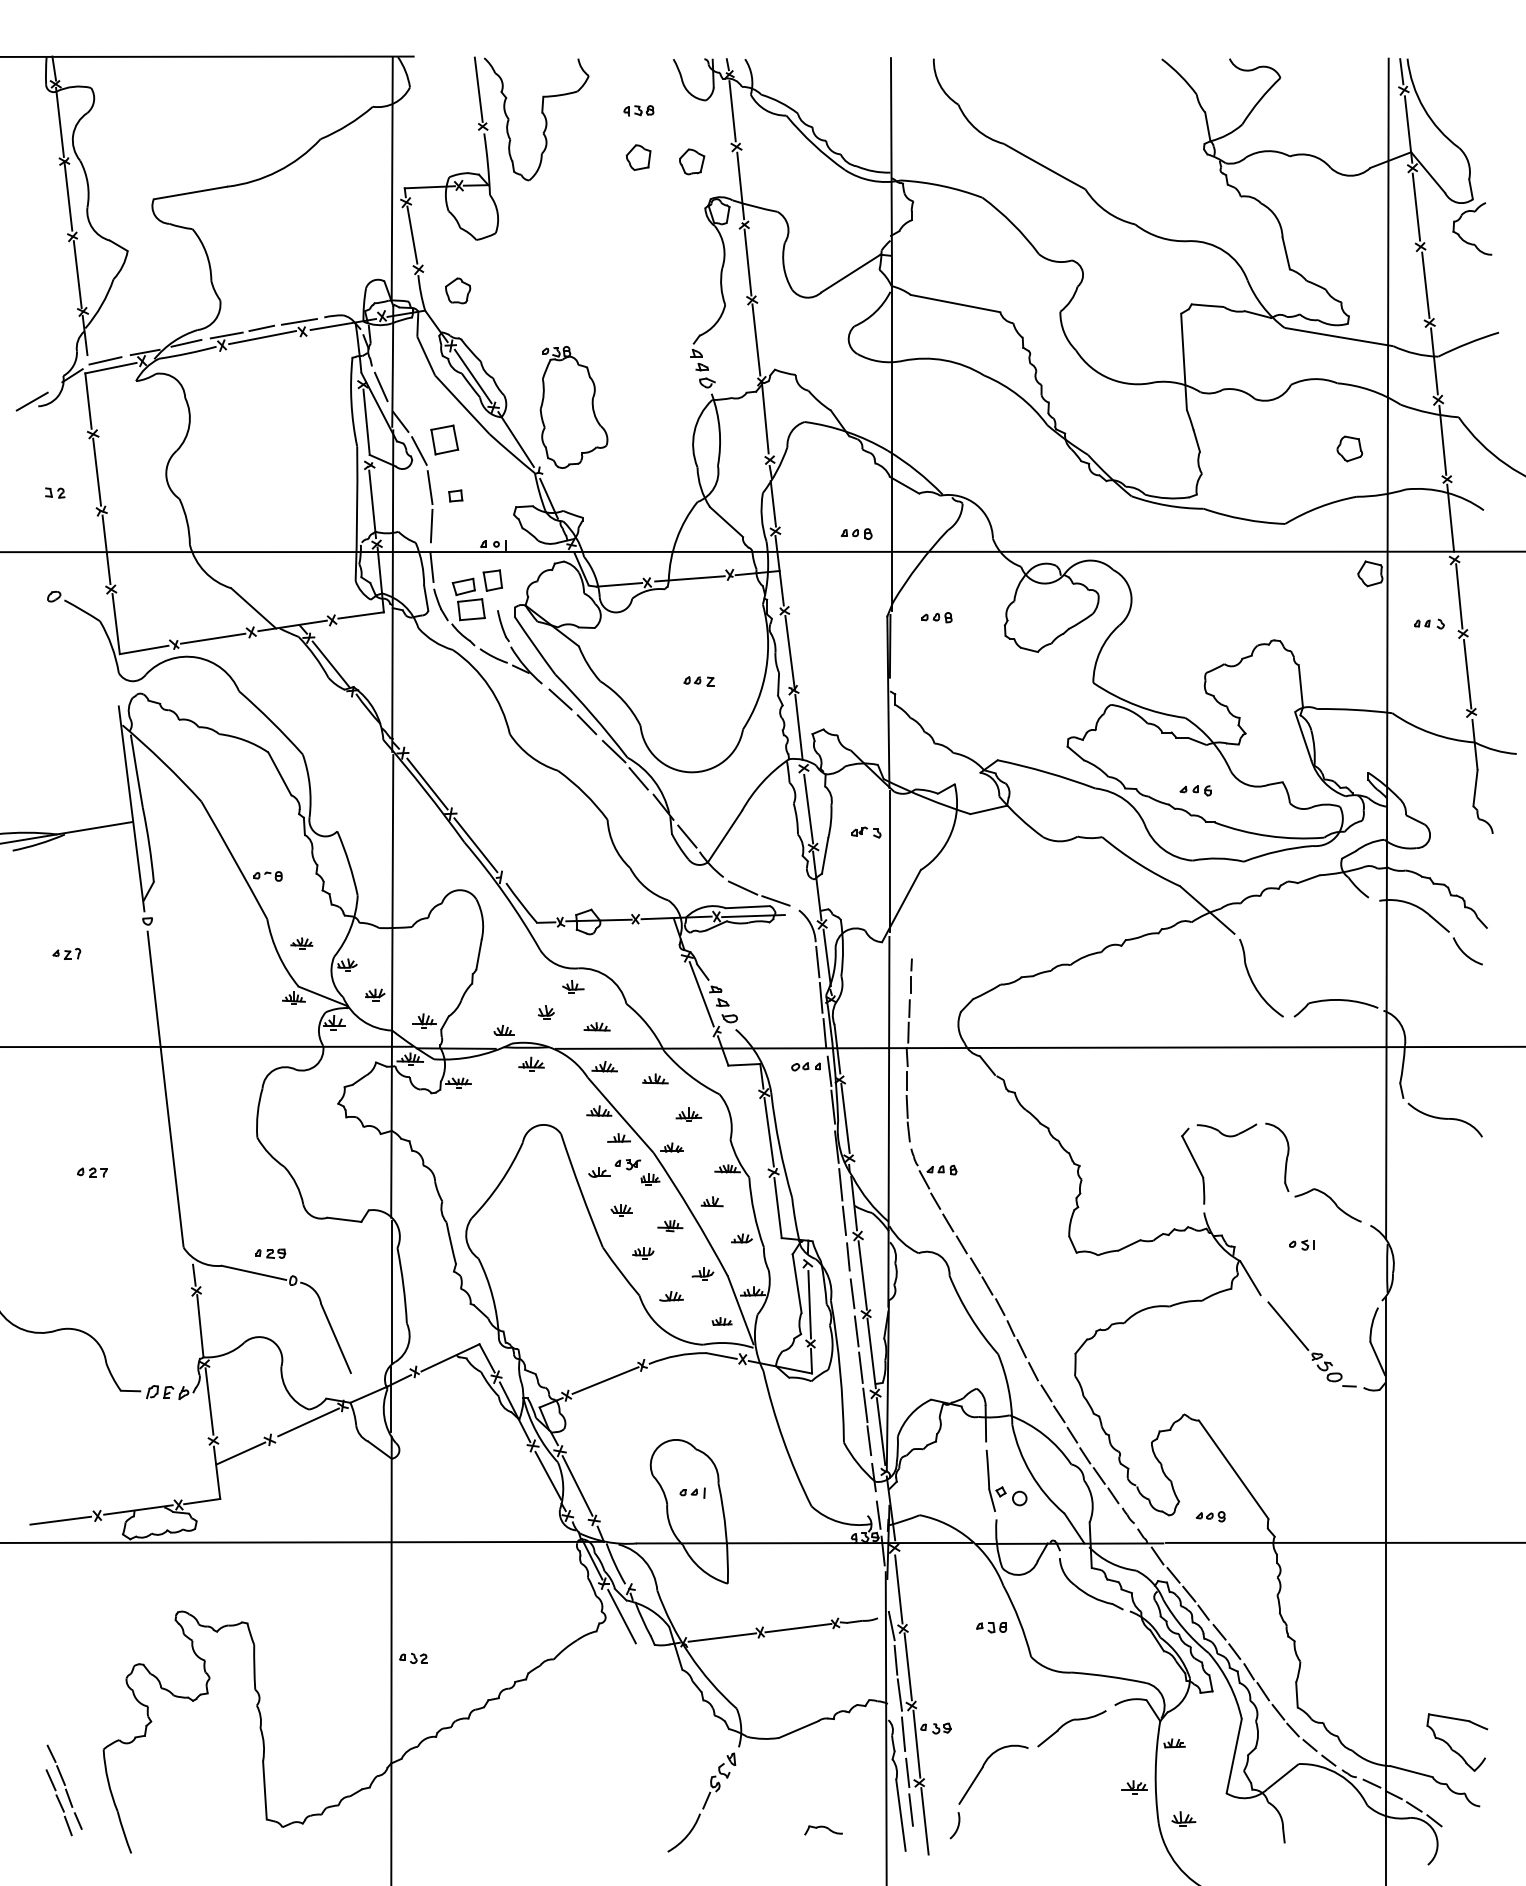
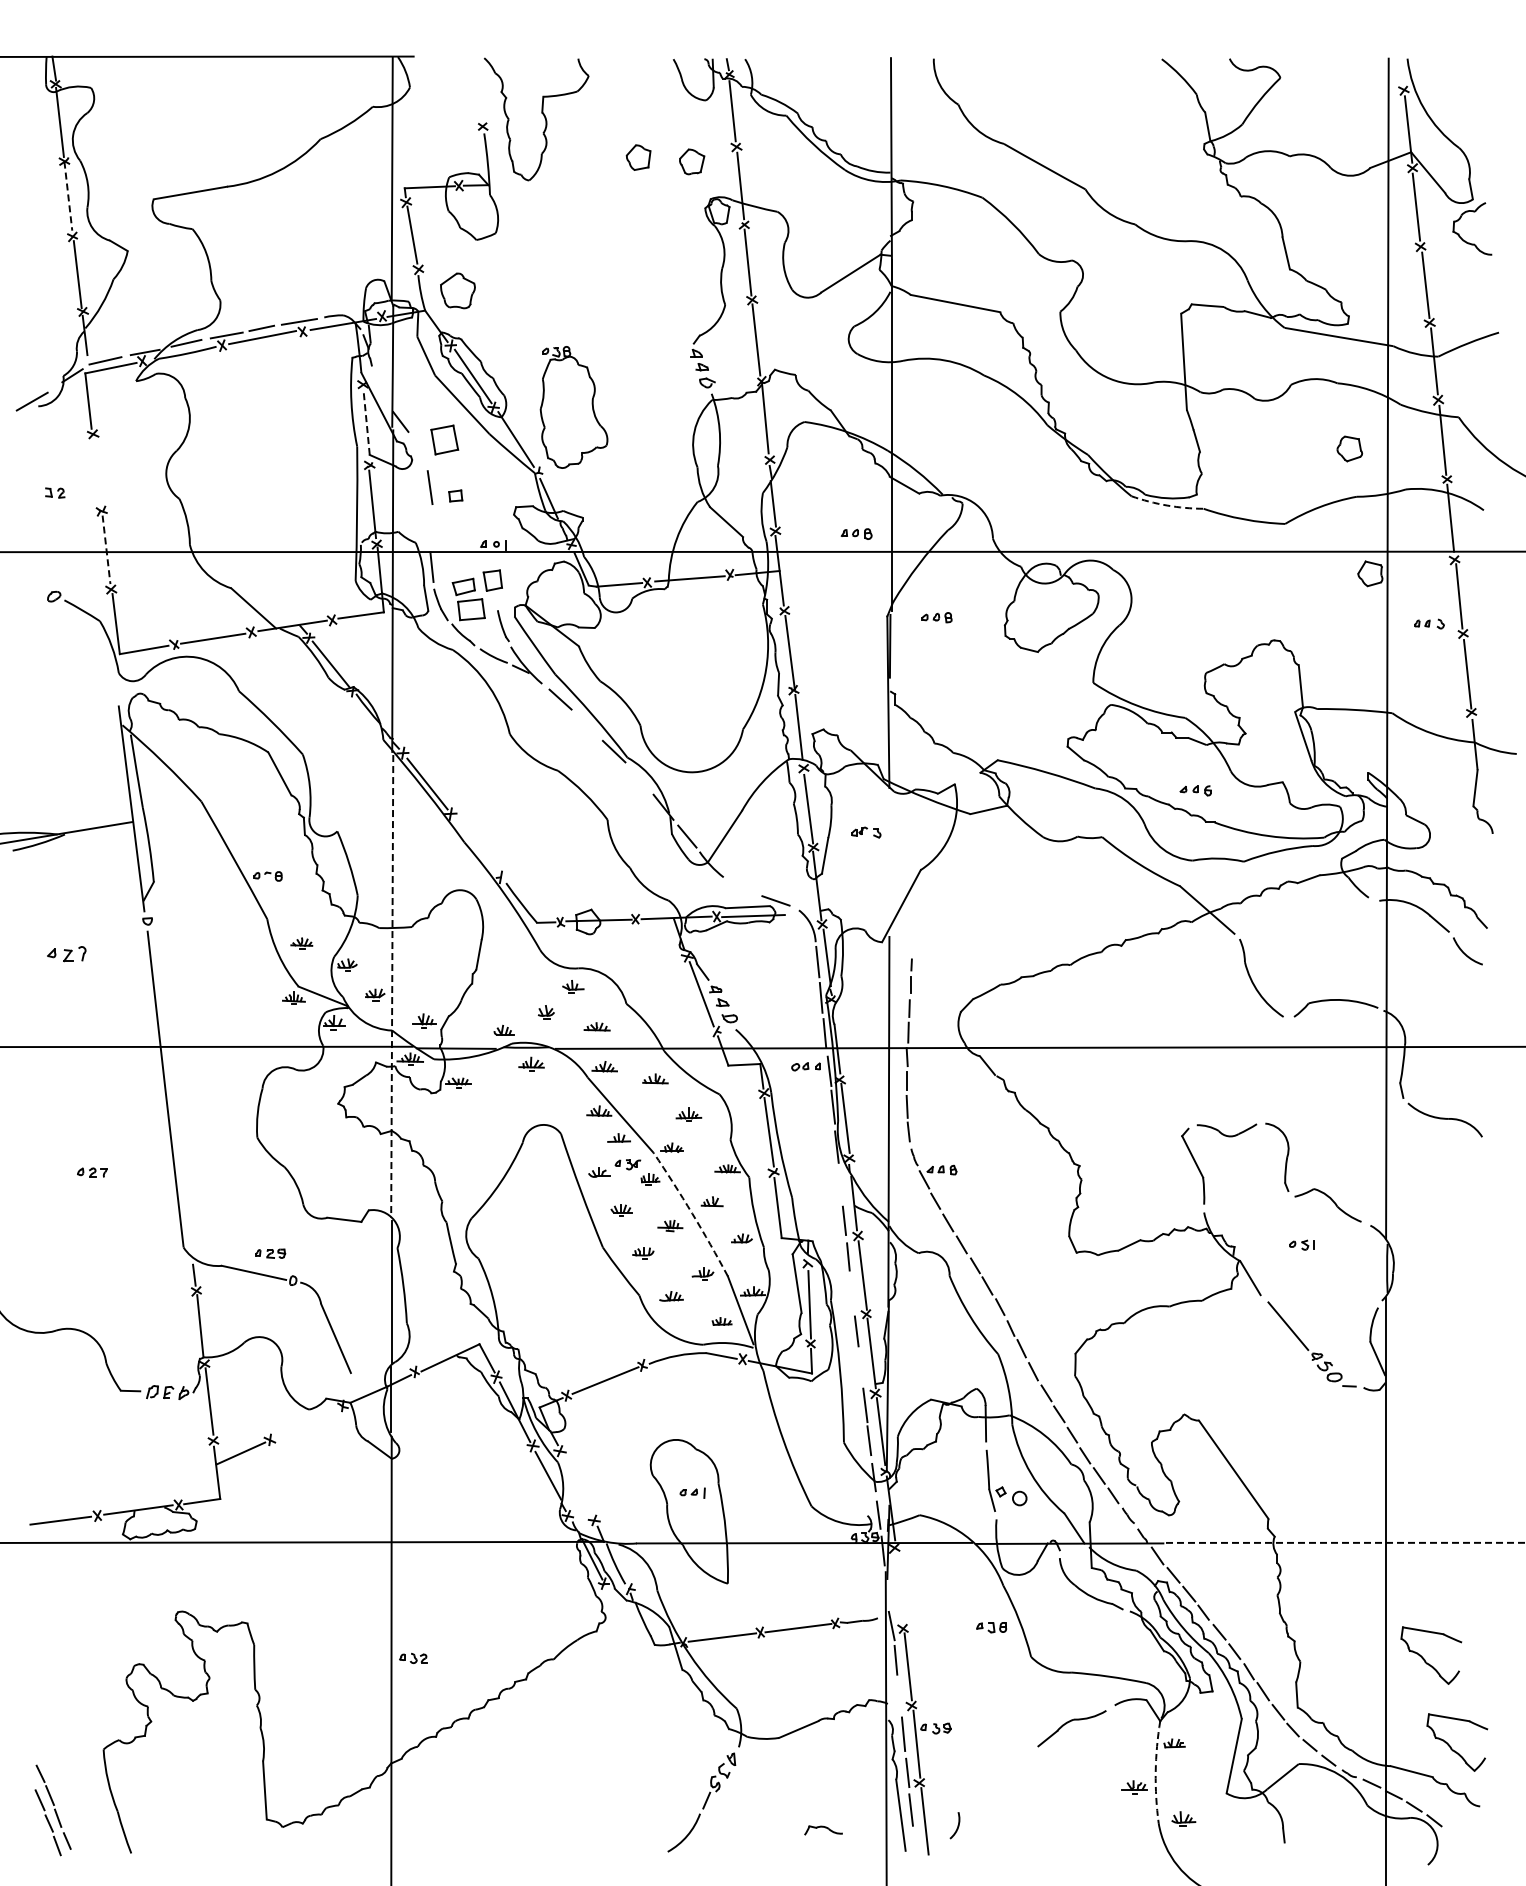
line at (1401, 71): present -> none
line at (478, 89): present -> none
part at (638, 110): present -> none
line at (68, 196): solid -> dashed
part at (458, 290) size: 27x28 px -> 36x38 px
line at (380, 386): present -> none
line at (366, 422): solid -> dashed
line at (419, 450): present -> none
line at (97, 471): present -> none
arc at (1167, 505): solid -> dashed
line at (431, 525): present -> none
line at (106, 550): solid -> dashed
part at (698, 681): present -> none
line at (586, 724): present -> none
line at (638, 778): present -> none
line at (475, 845): present -> none
line at (890, 860): present -> none
line at (742, 887): present -> none
part at (66, 953) size: 30x13 px -> 40x17 px
line at (392, 986): solid -> dashed
line at (840, 1184): present -> none
arc at (692, 1213): solid -> dashed
line at (852, 1293): present -> none
line at (860, 1367): present -> none
line at (308, 1422): present -> none
line at (577, 1485): present -> none
part at (1210, 1516): present -> none
line at (1345, 1542): solid -> dashed
line at (898, 1589): present -> none
line at (621, 1616): present -> none
part at (1425, 1659): none -> present
line at (899, 1694): present -> none
part at (983, 1768): present -> none
arc at (1155, 1772): solid -> dashed
part at (63, 1790) position: (63, 1790) -> (52, 1810)
